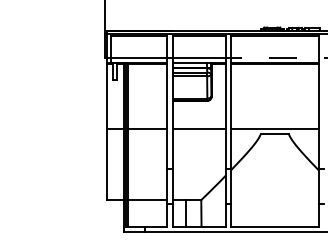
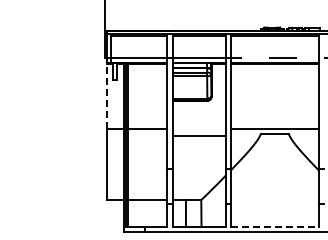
line at (106, 95): solid -> dashed
line at (198, 128) position: (198, 128) -> (198, 135)
line at (274, 226): solid -> dashed
